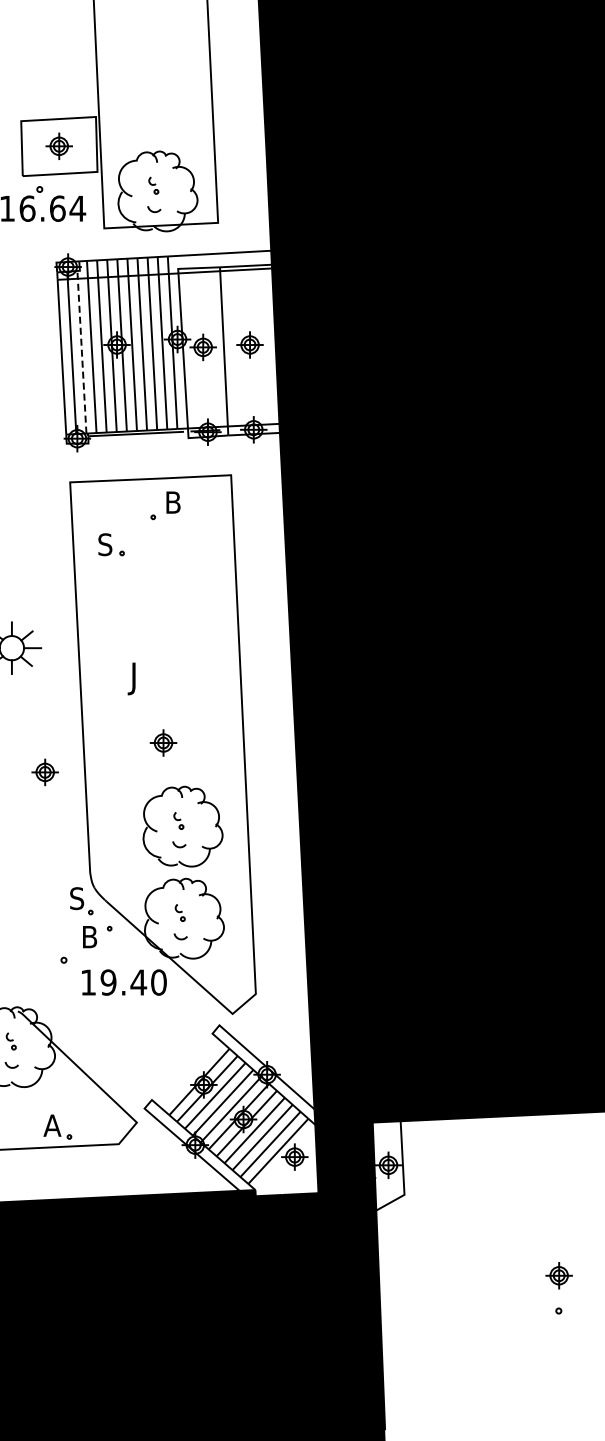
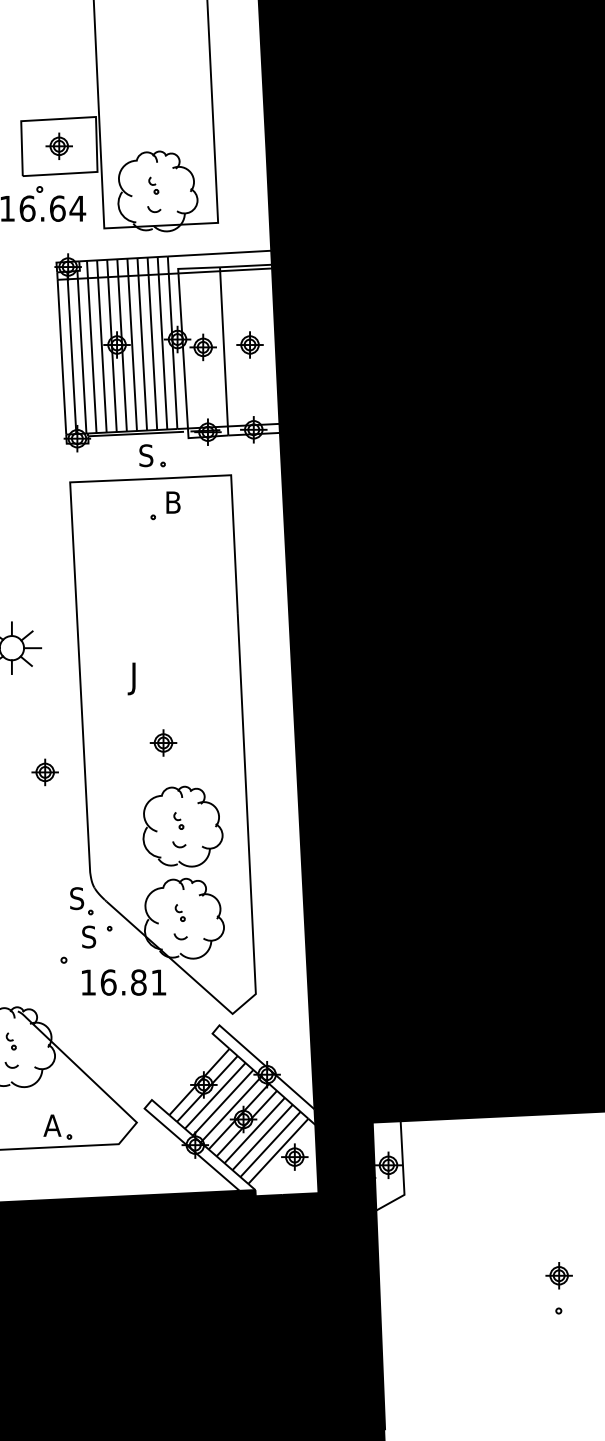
line at (81, 351): dashed -> solid
part at (111, 544) position: (111, 544) -> (152, 455)
text at (89, 936): B -> S
text at (133, 982): 19.40 -> 16.81
